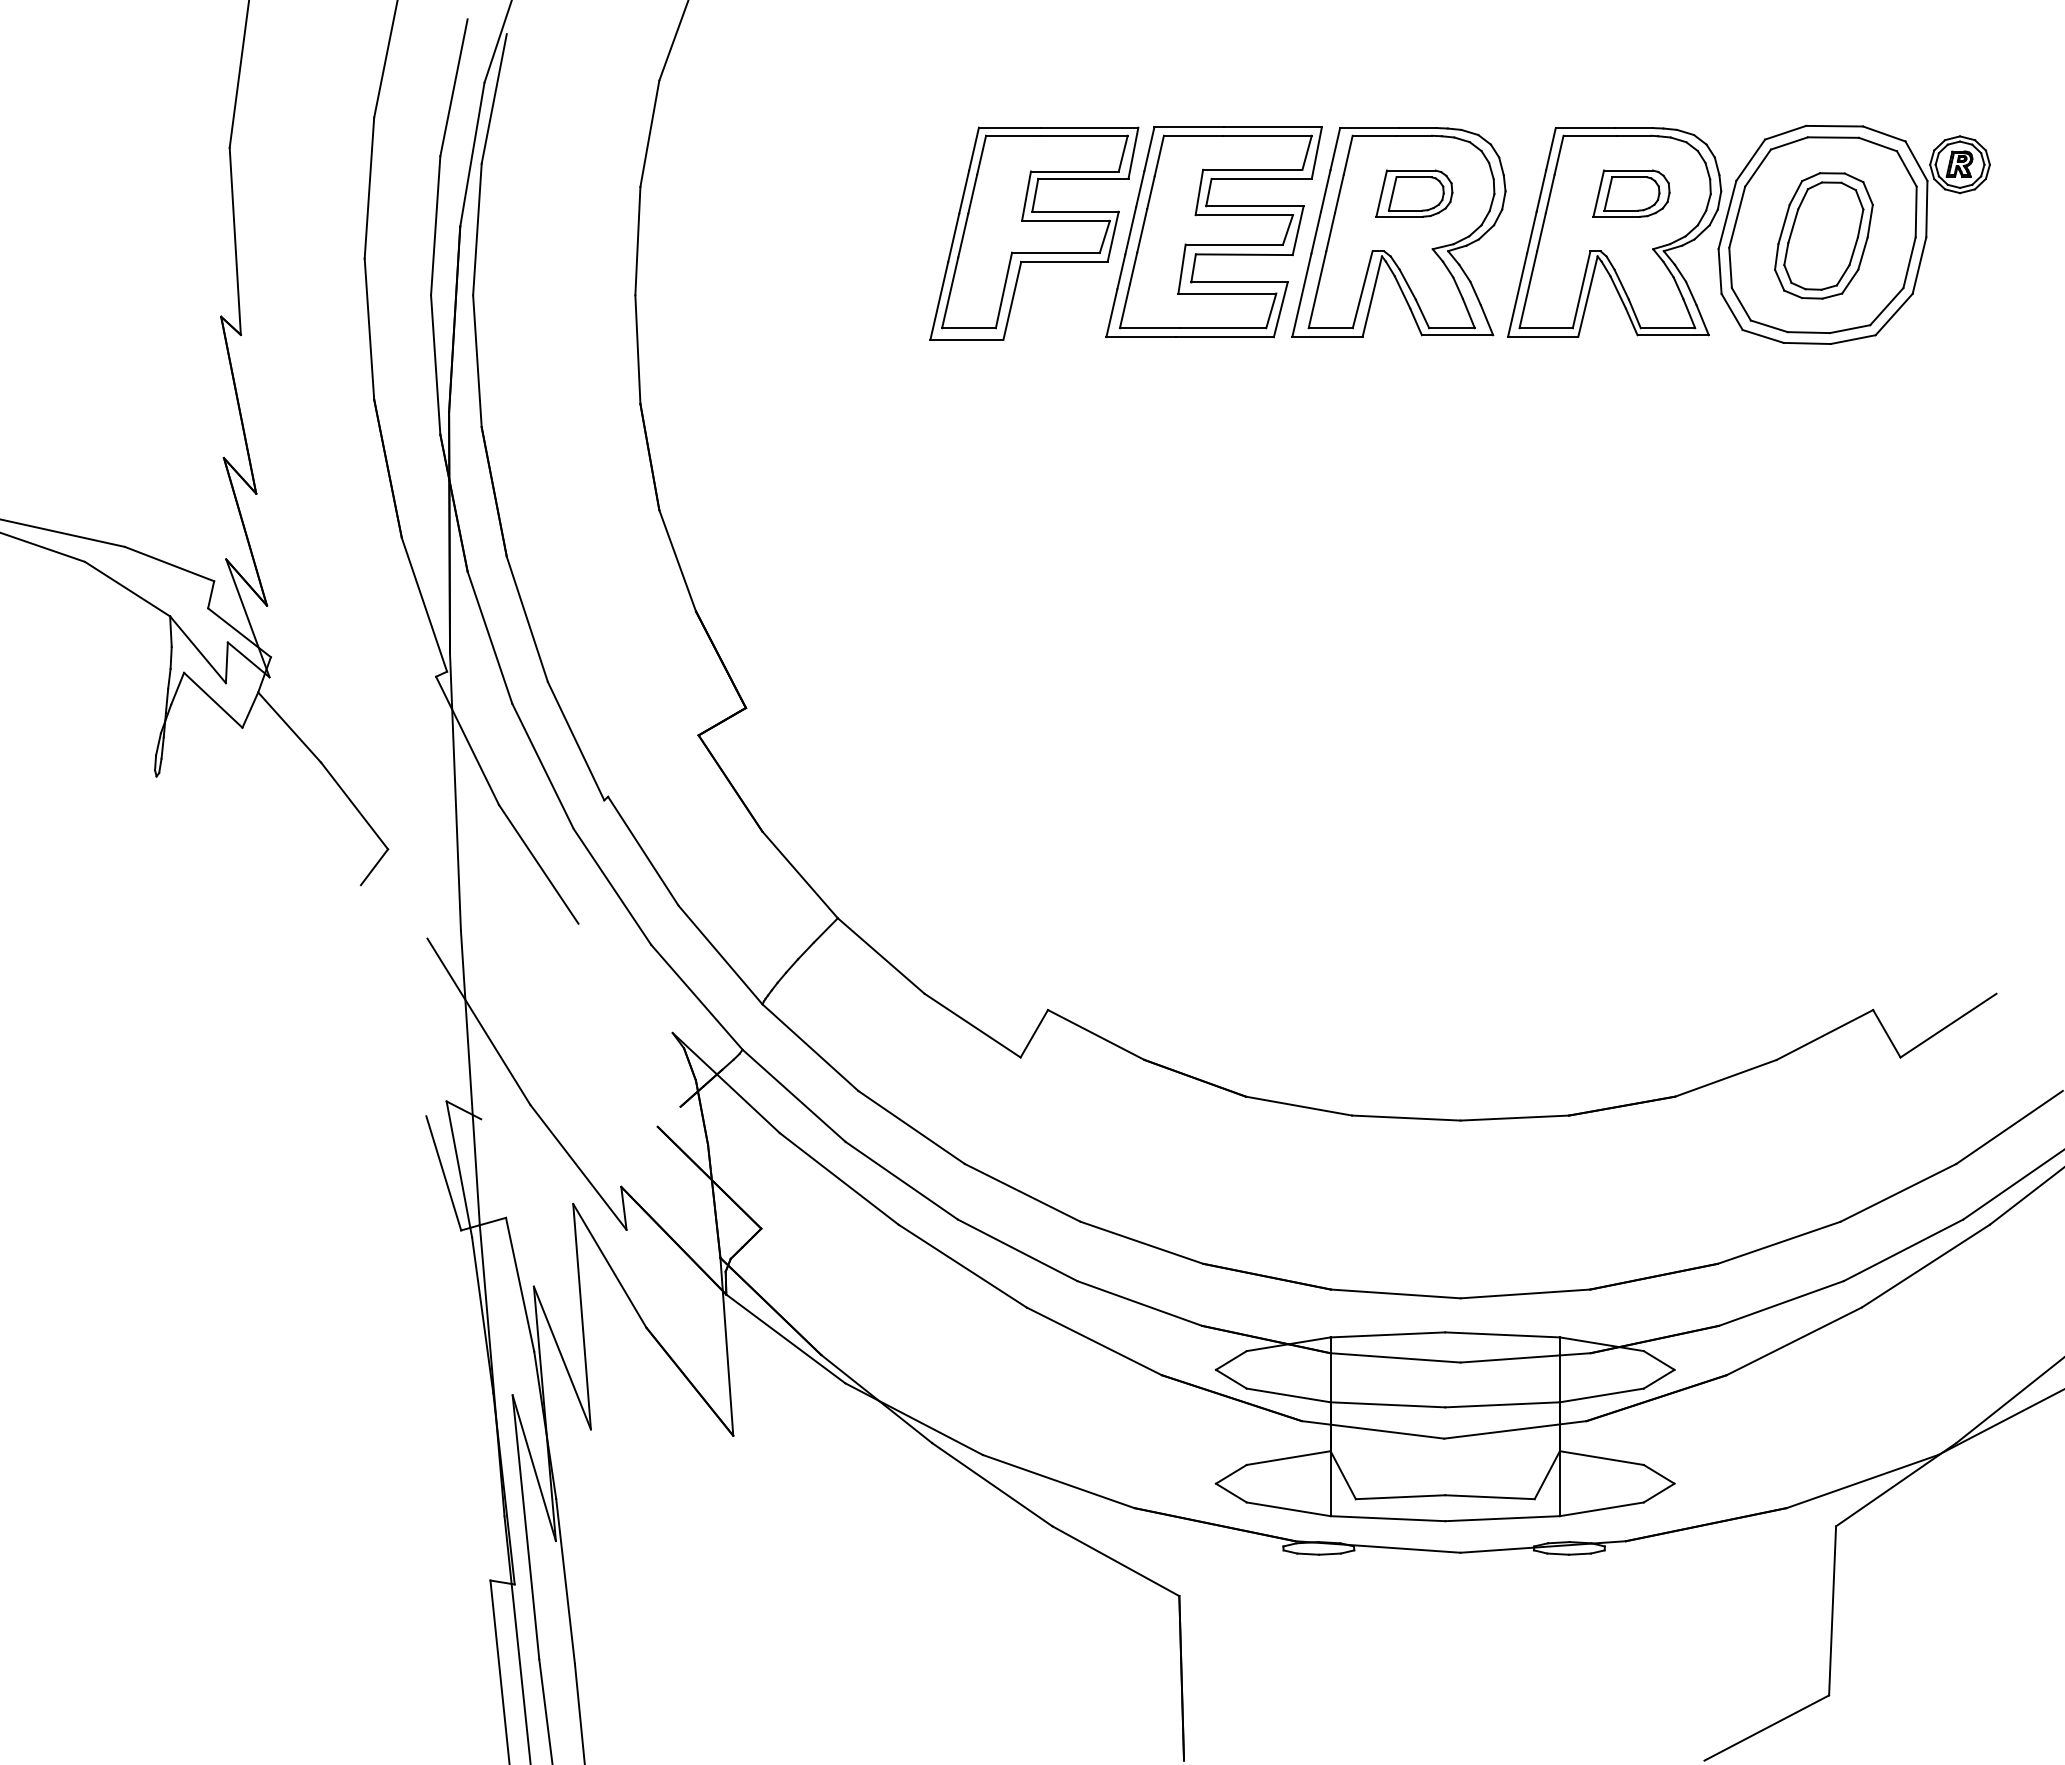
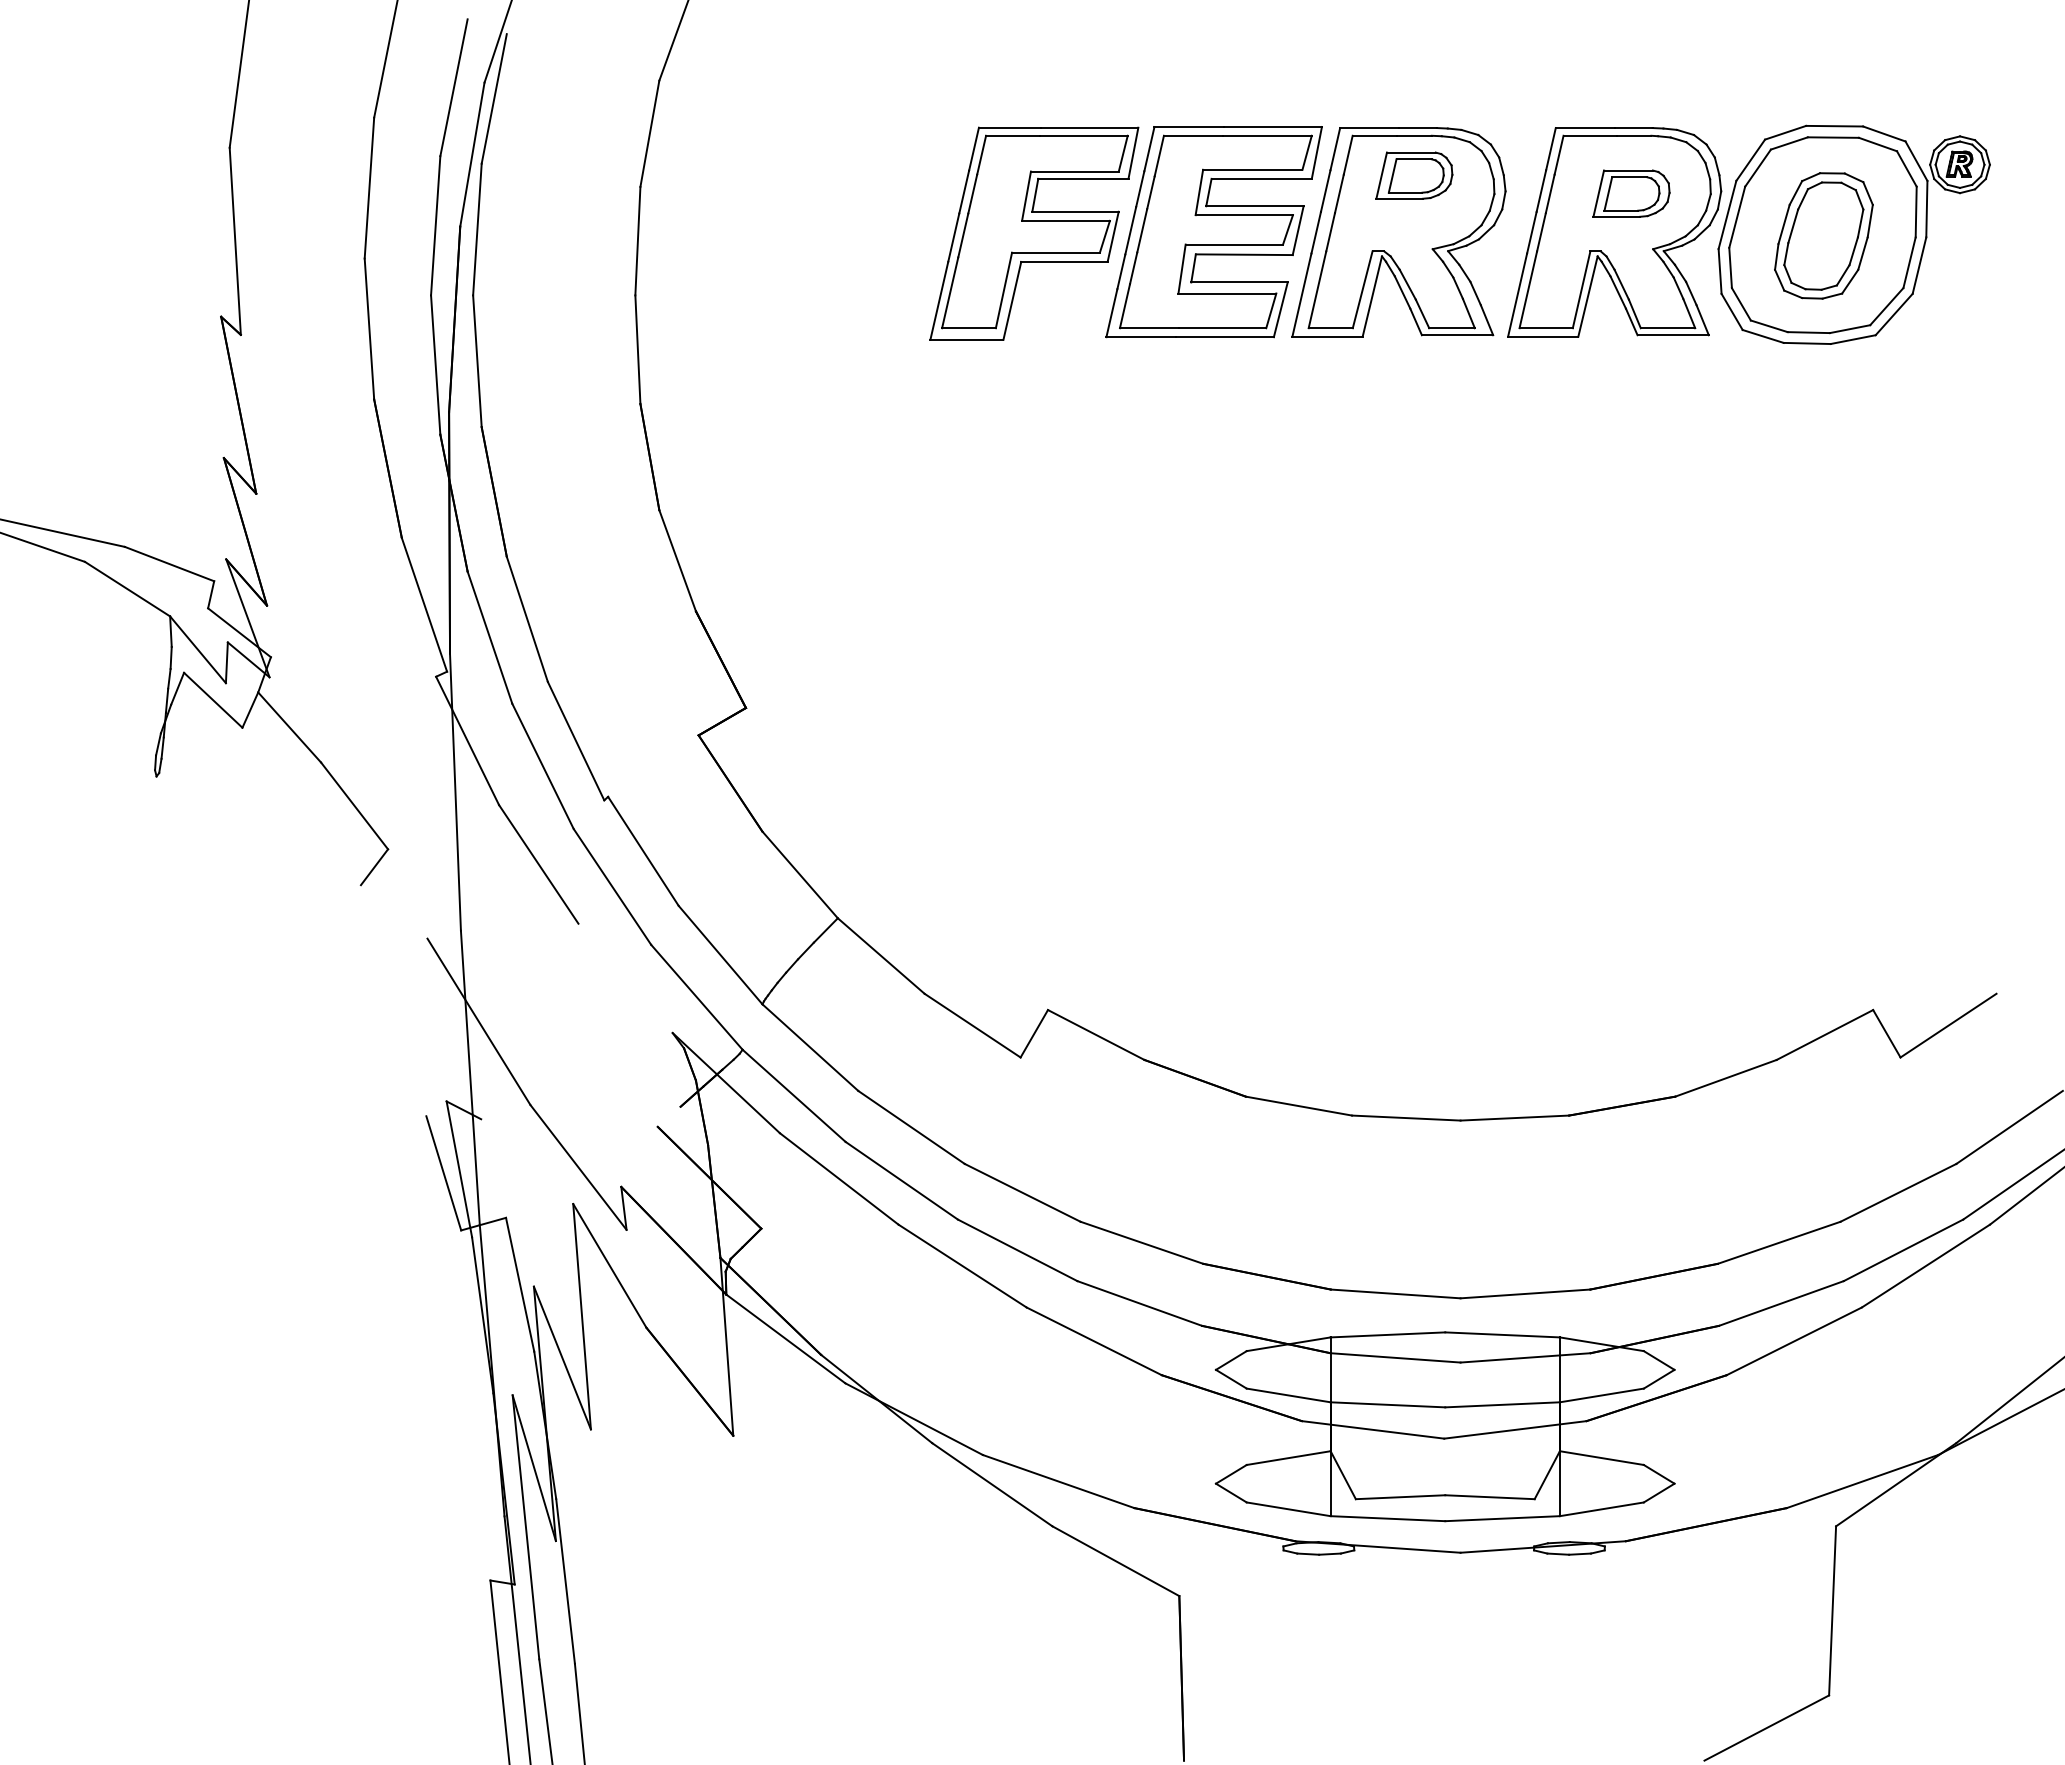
part at (1414, 193) position: (1414, 193) -> (1414, 175)
